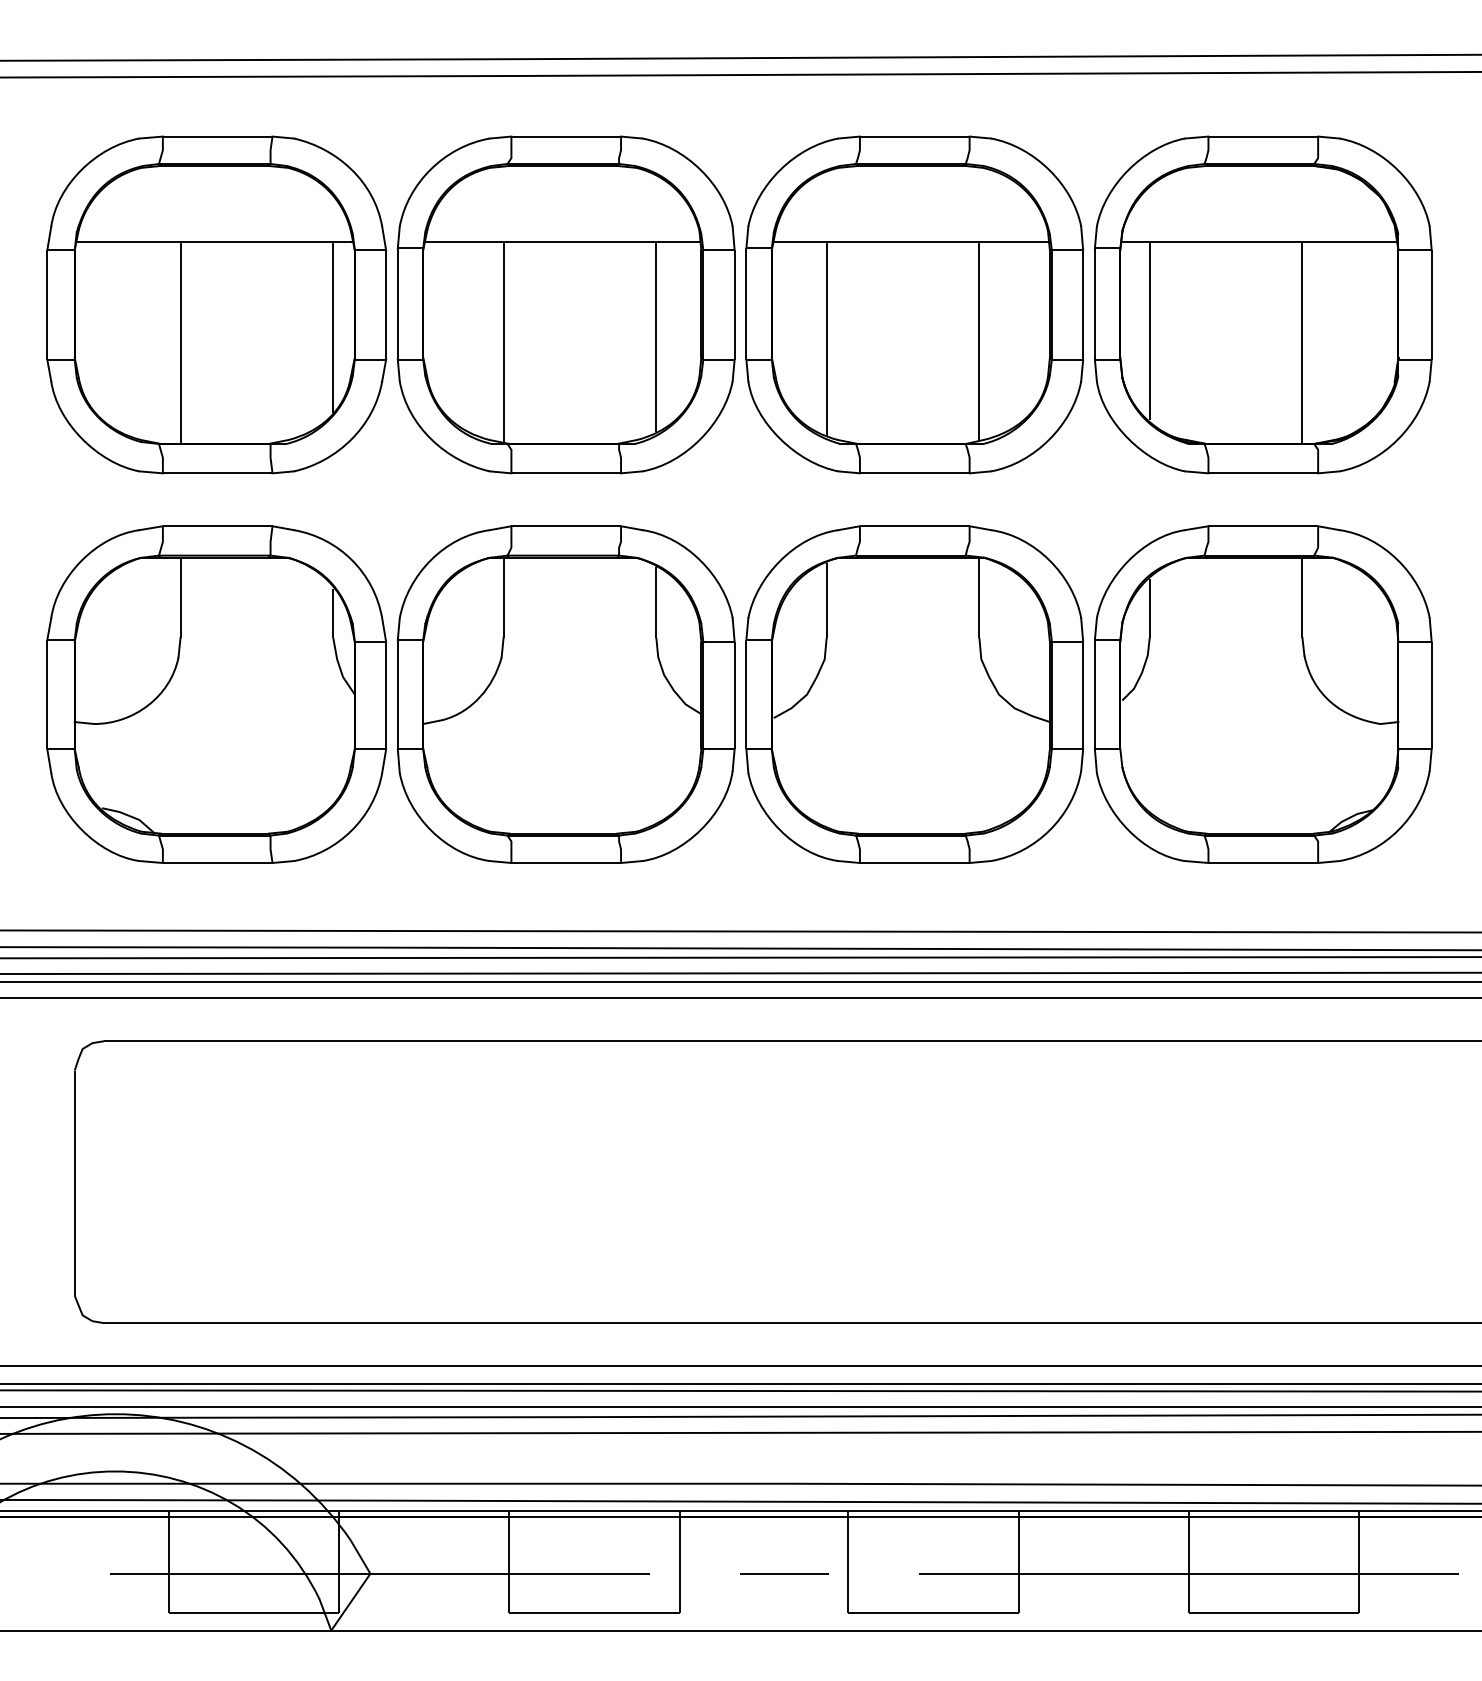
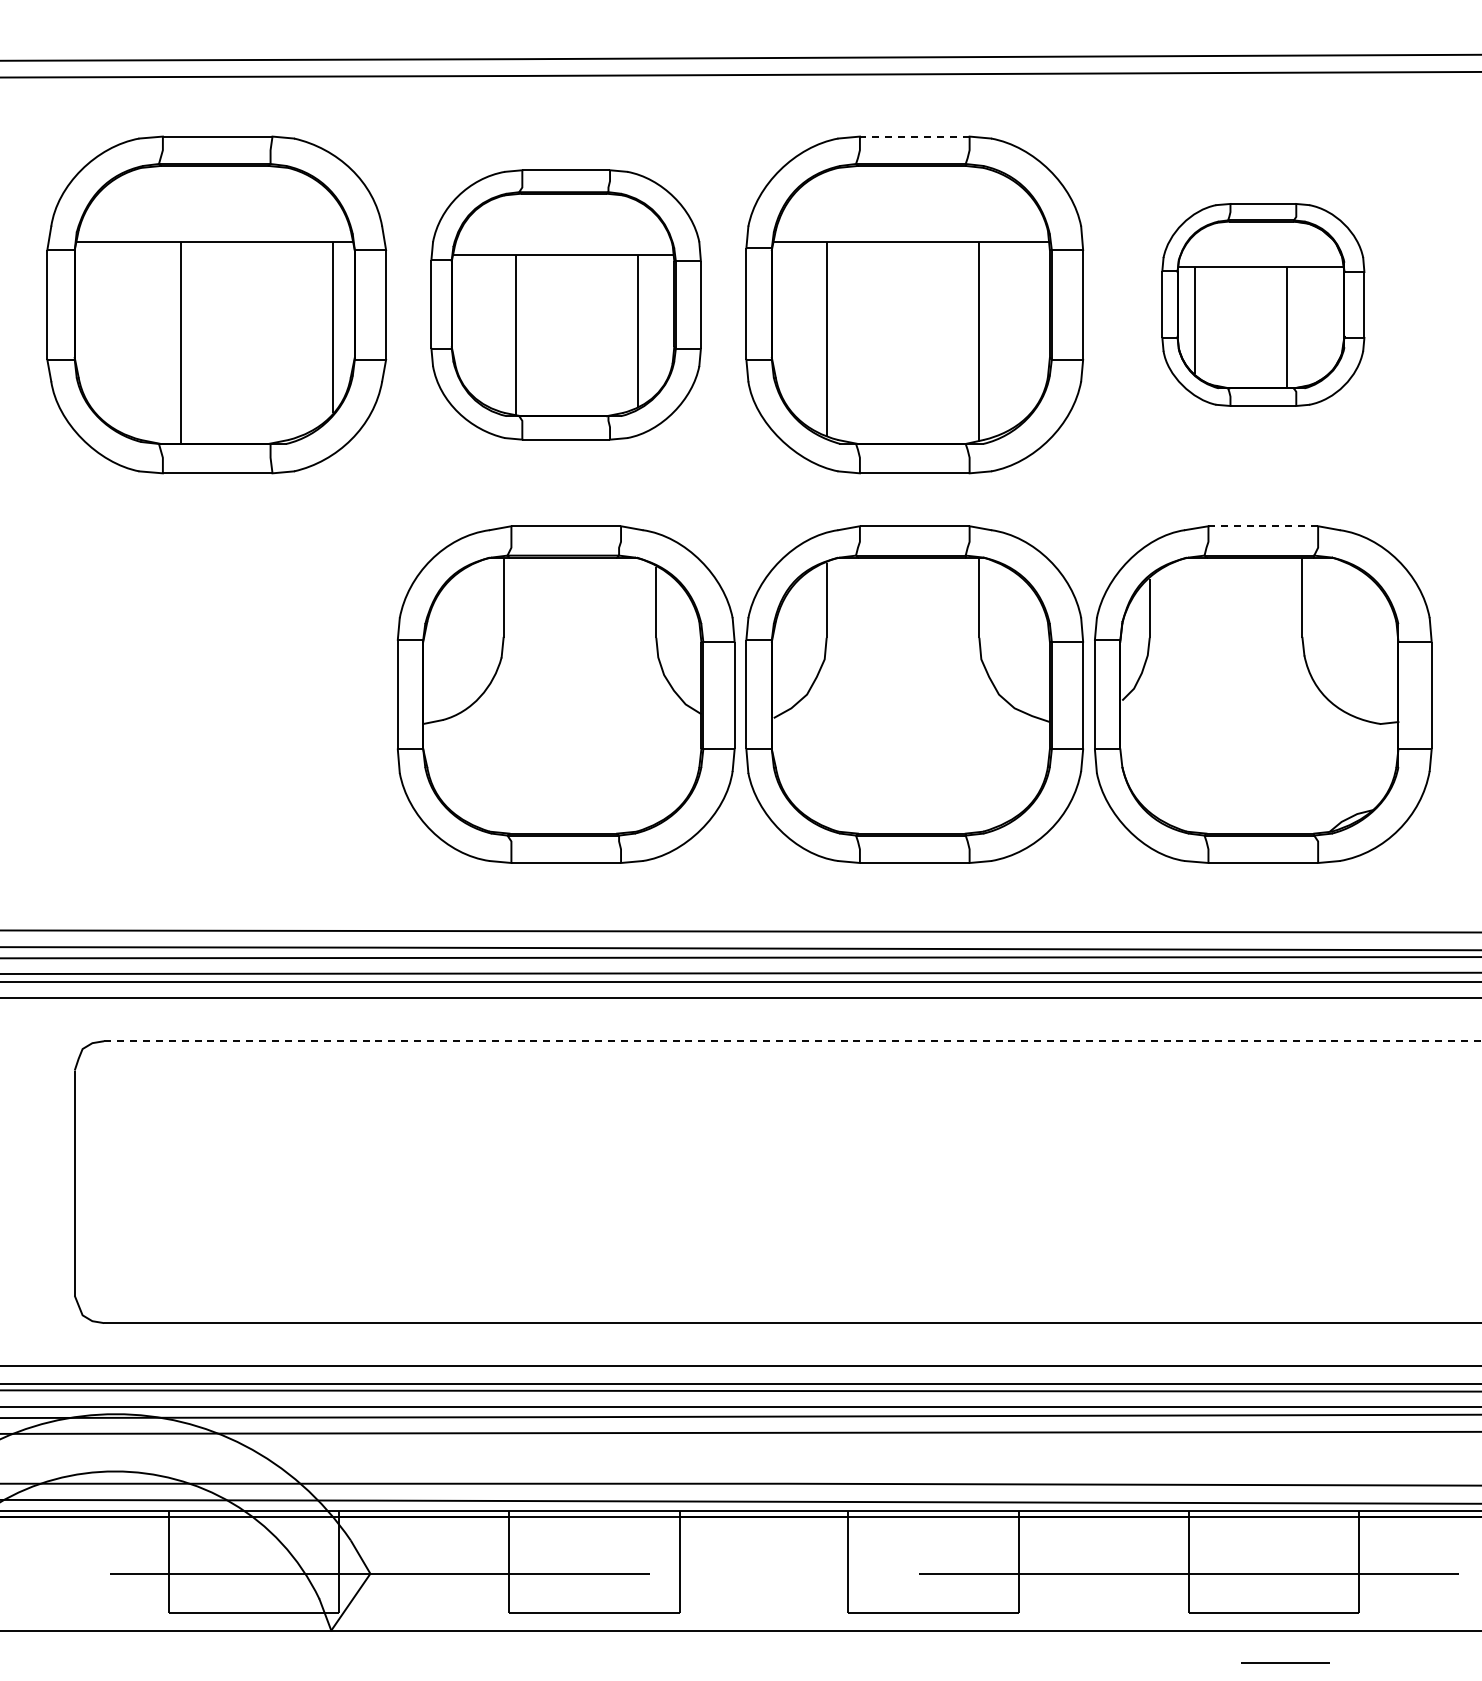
line at (913, 136): solid -> dashed
part at (565, 304) size: 340x340 px -> 272x272 px
part at (1263, 304) size: 339x340 px -> 205x204 px
line at (1262, 526): solid -> dashed
part at (216, 694): present -> none
line at (792, 1041): solid -> dashed
line at (784, 1573) position: (784, 1573) -> (1285, 1662)
